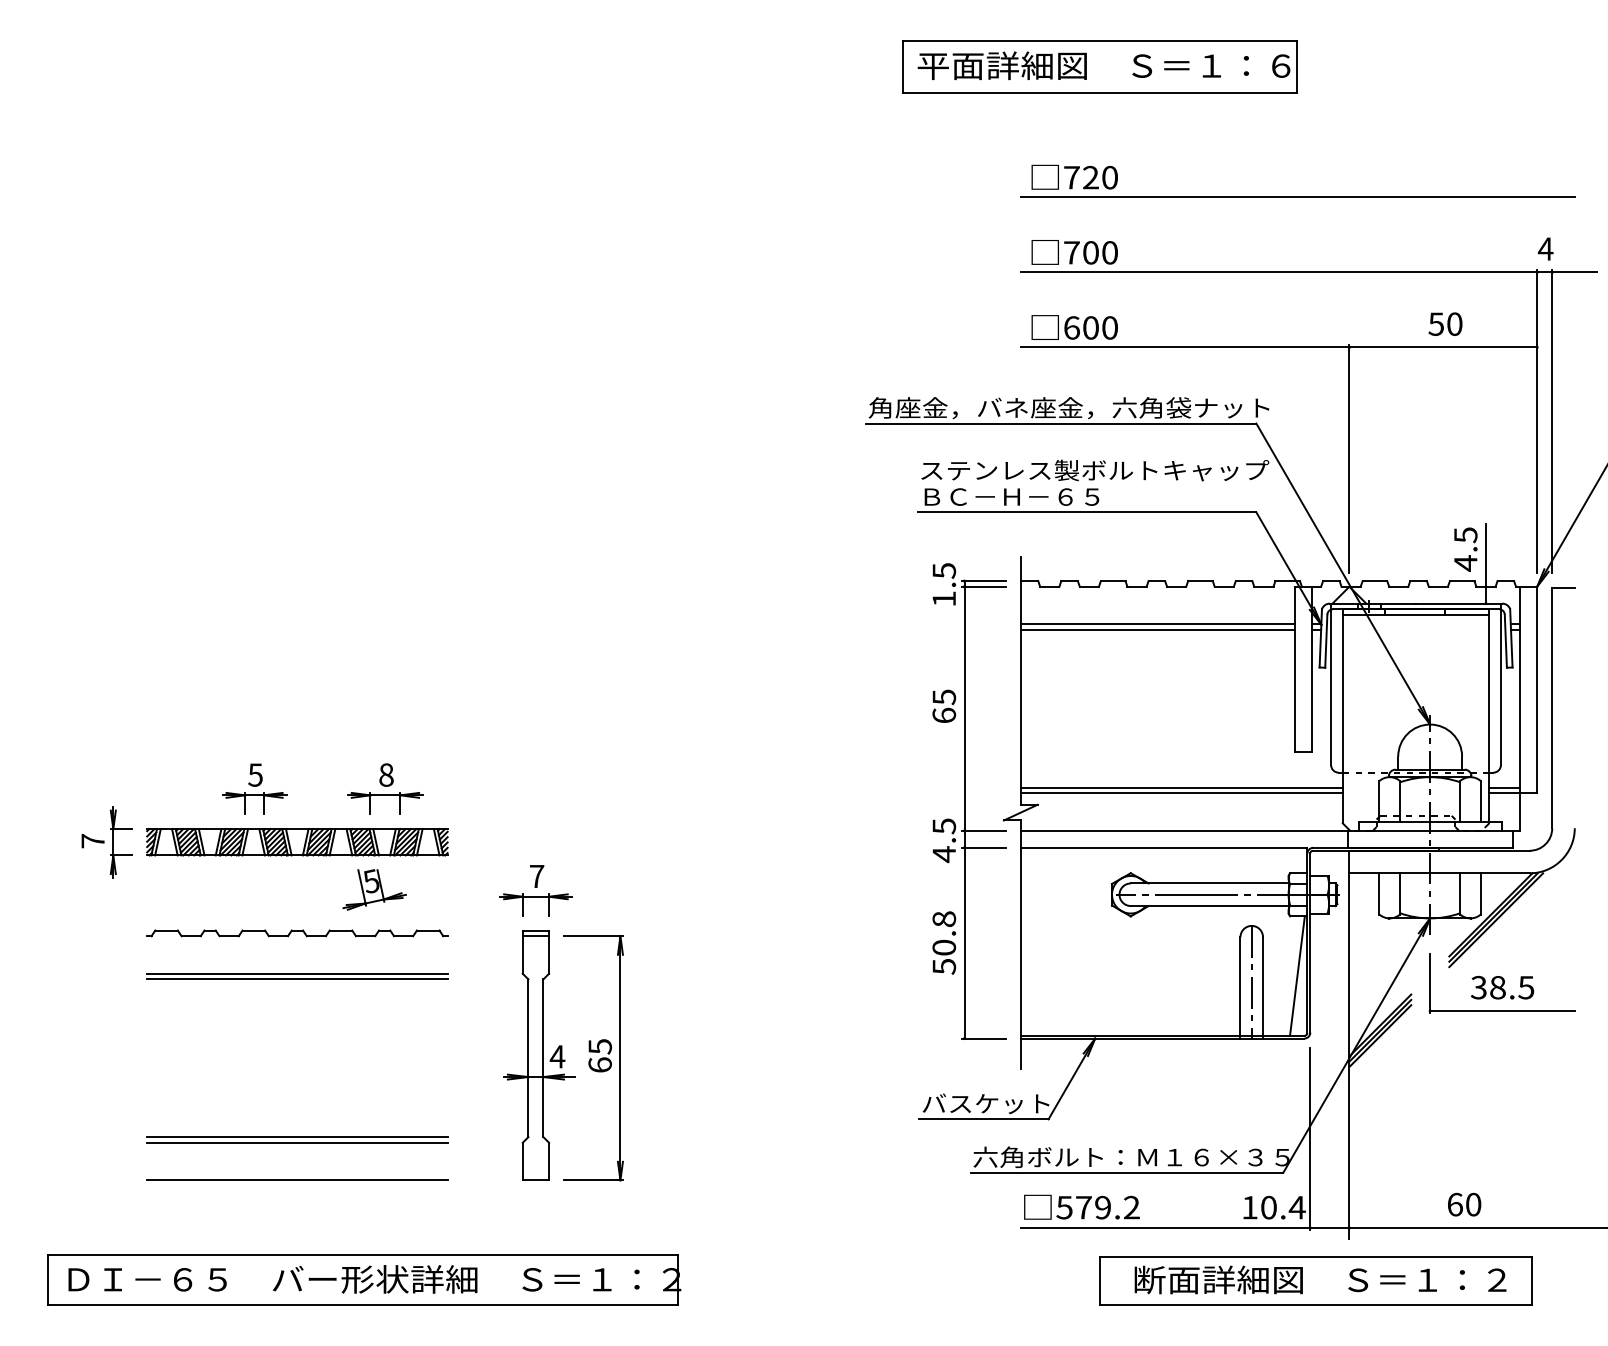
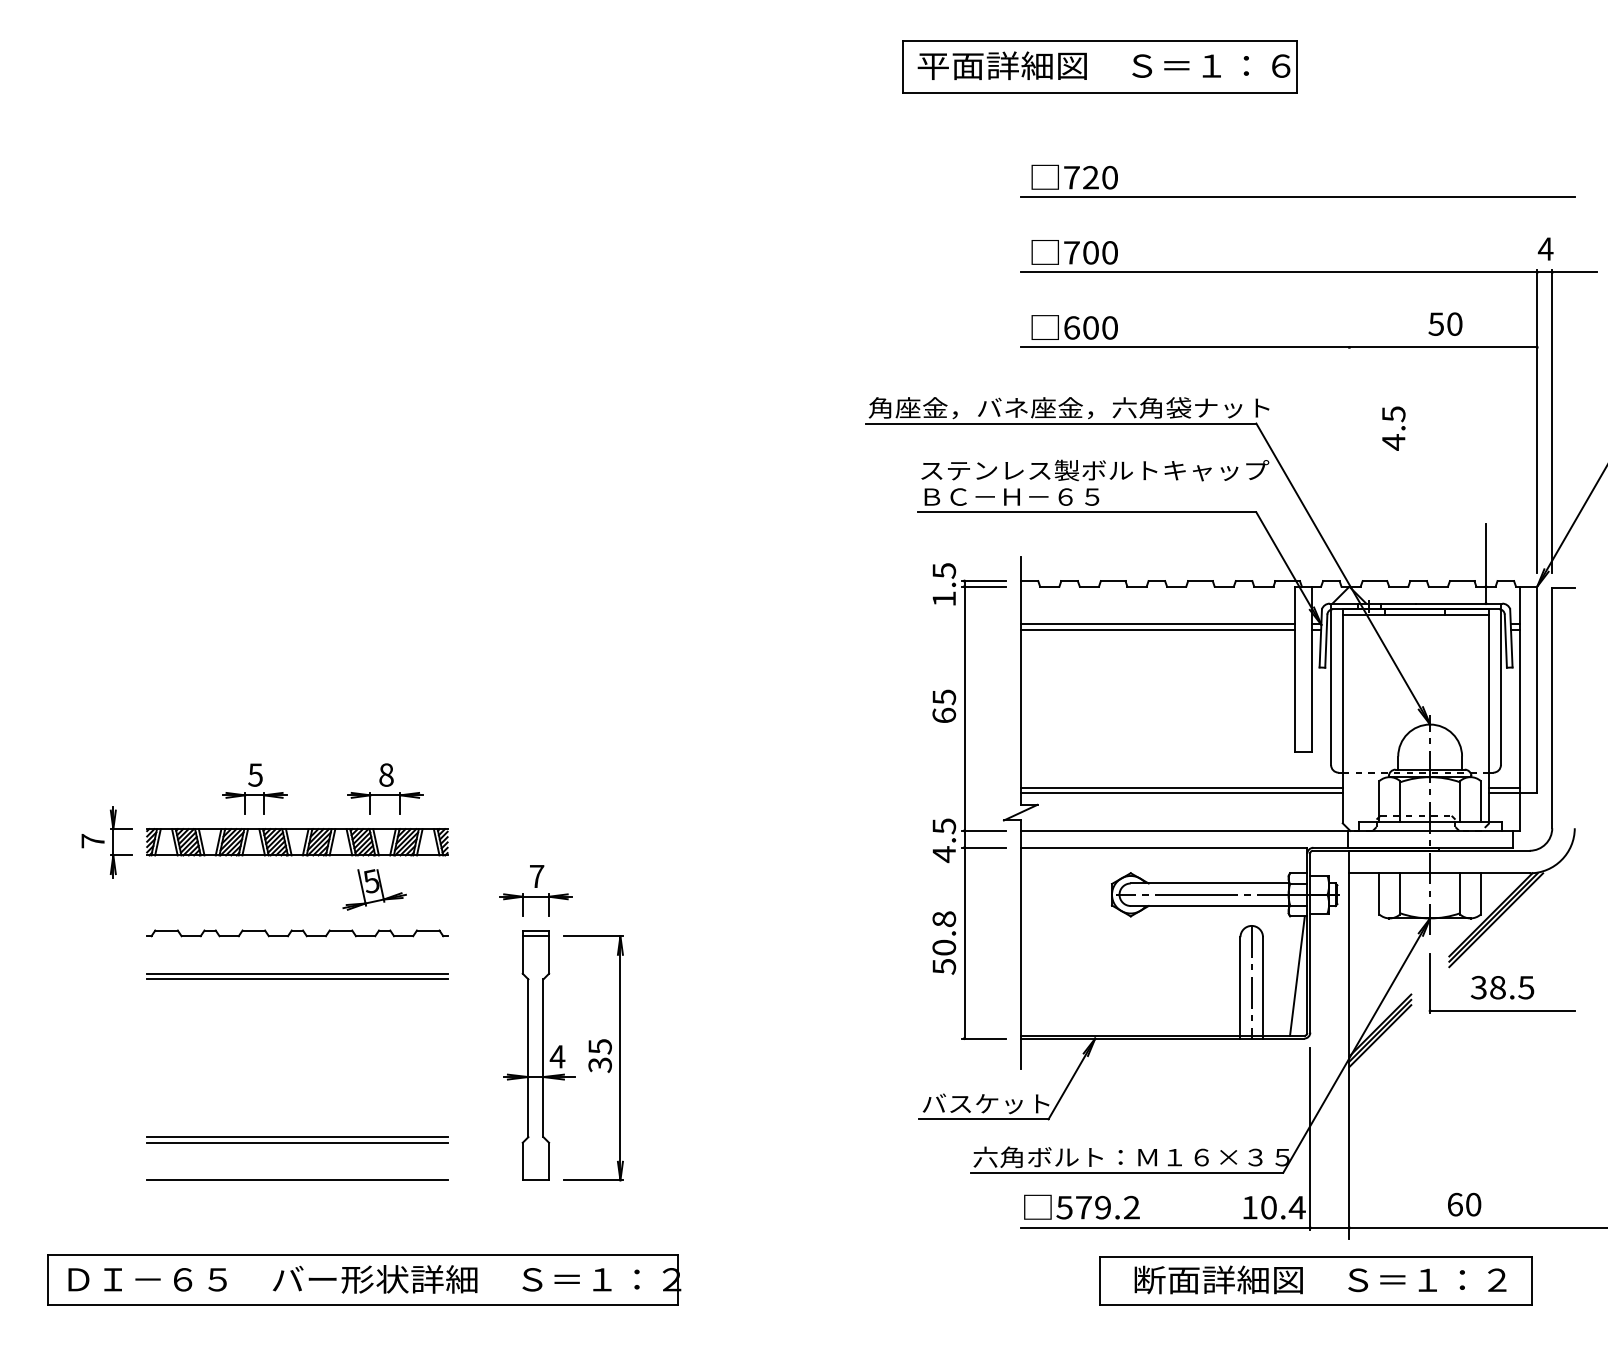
line at (1349, 458): present -> none
text at (1465, 549) position: (1465, 549) -> (1393, 428)
text at (599, 1064): 65 -> 35
